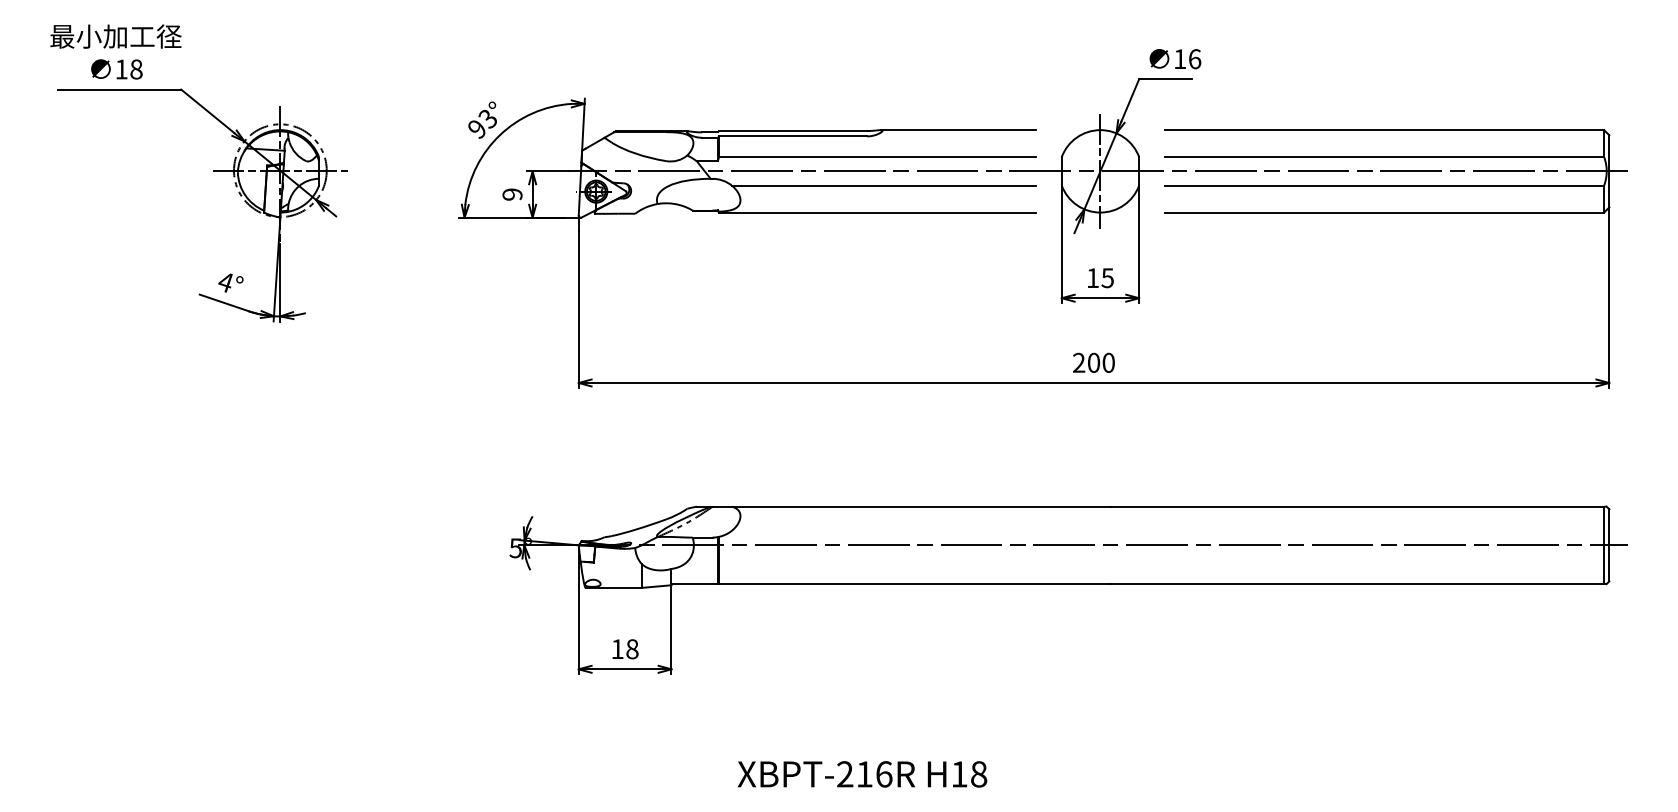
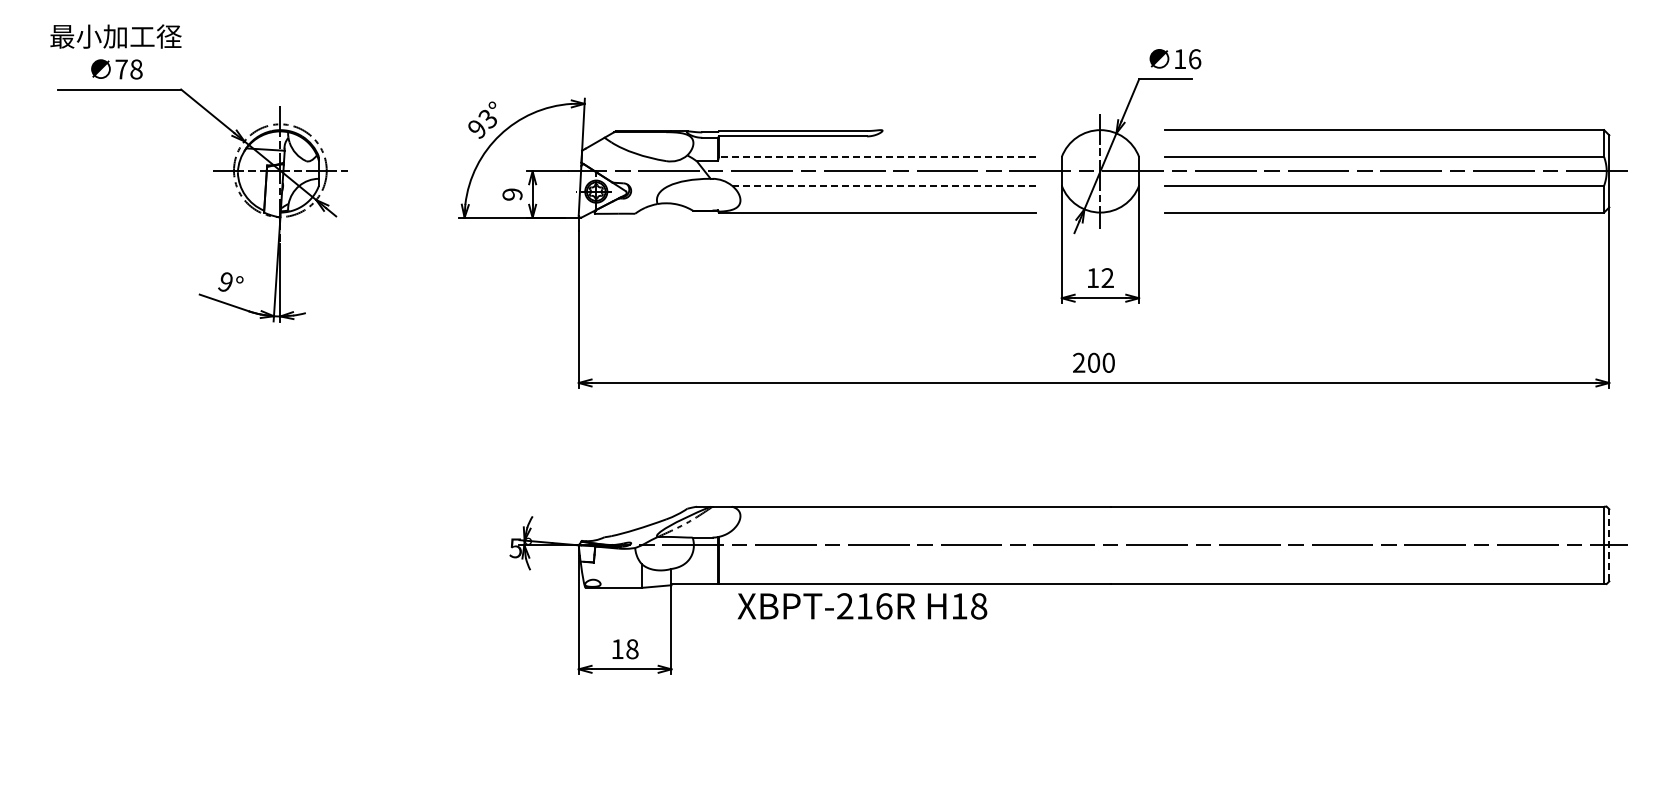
text at (121, 69): 18 -> 78
line at (958, 130): present -> none
line at (877, 157): solid -> dashed
line at (884, 185): solid -> dashed
text at (1107, 278): 15 -> 12
text at (225, 282): 4° -> 9°
line at (1609, 544): solid -> dashed
text at (862, 774) position: (862, 774) -> (862, 606)
